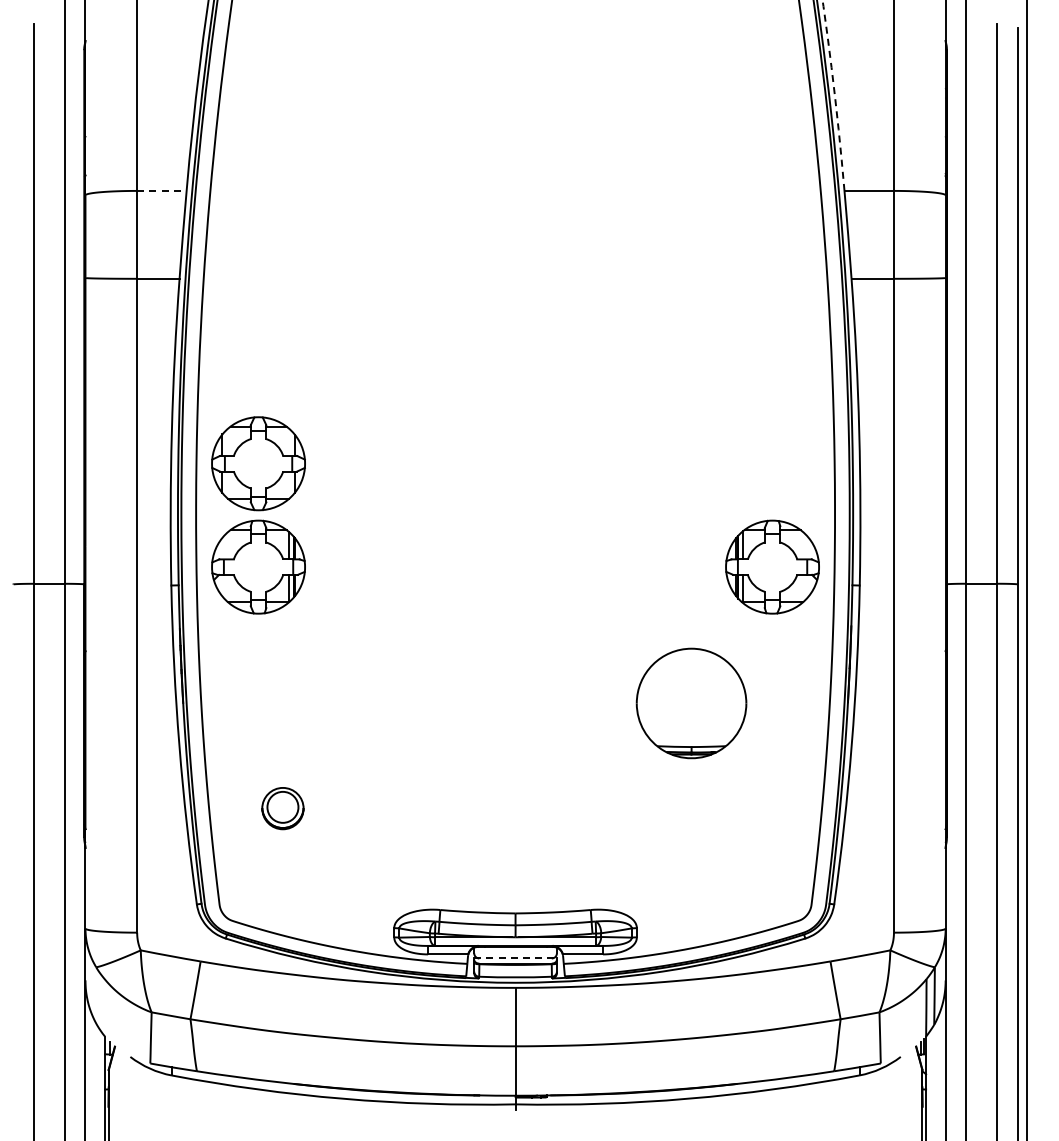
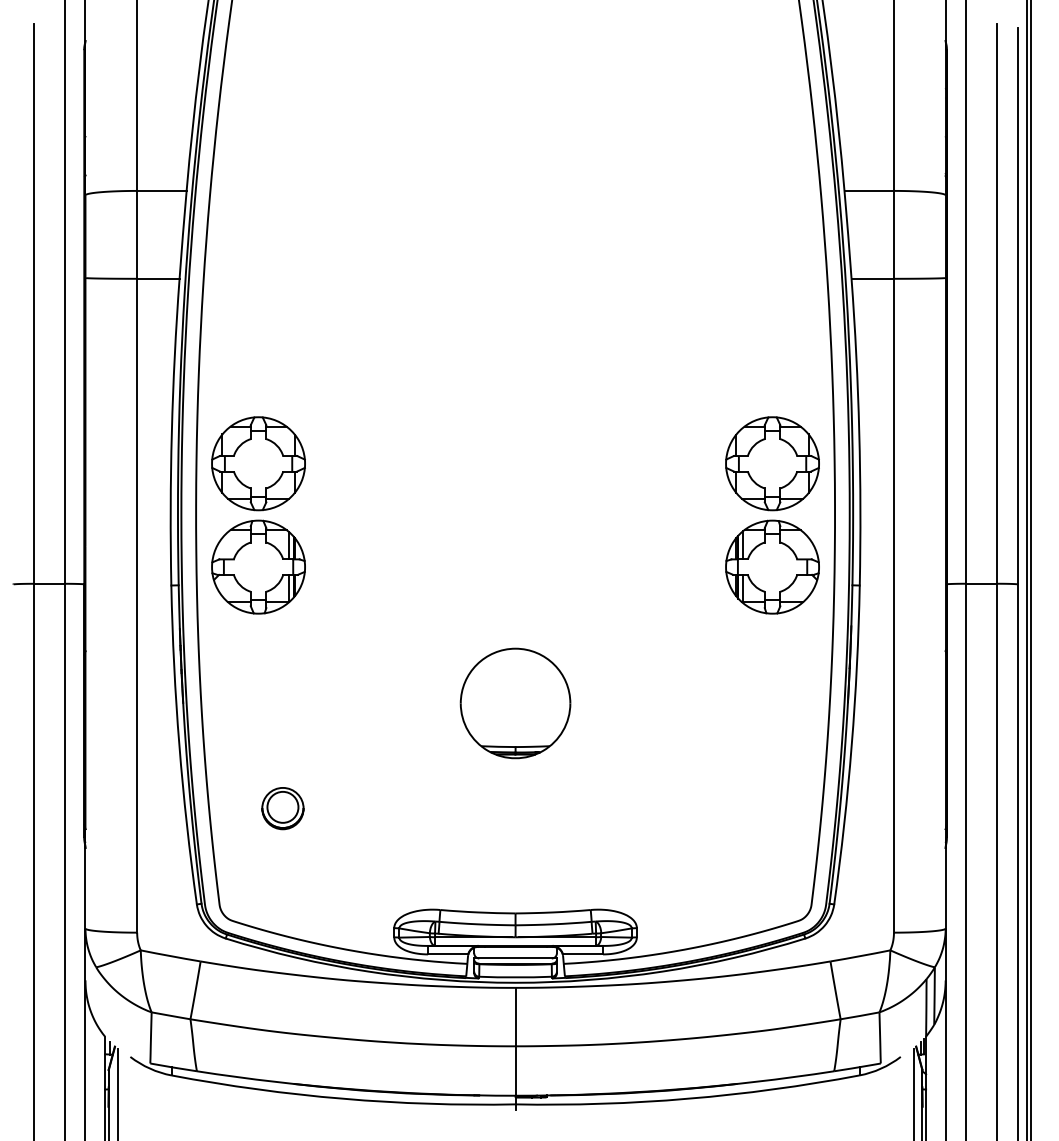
arc at (834, 95): dashed -> solid
line at (161, 190): dashed -> solid
part at (772, 463): none -> present
line at (1031, 569): none -> present
part at (691, 703) position: (691, 703) -> (515, 703)
line at (516, 958): dashed -> solid
line at (117, 1092): none -> present
line at (913, 1092): none -> present
